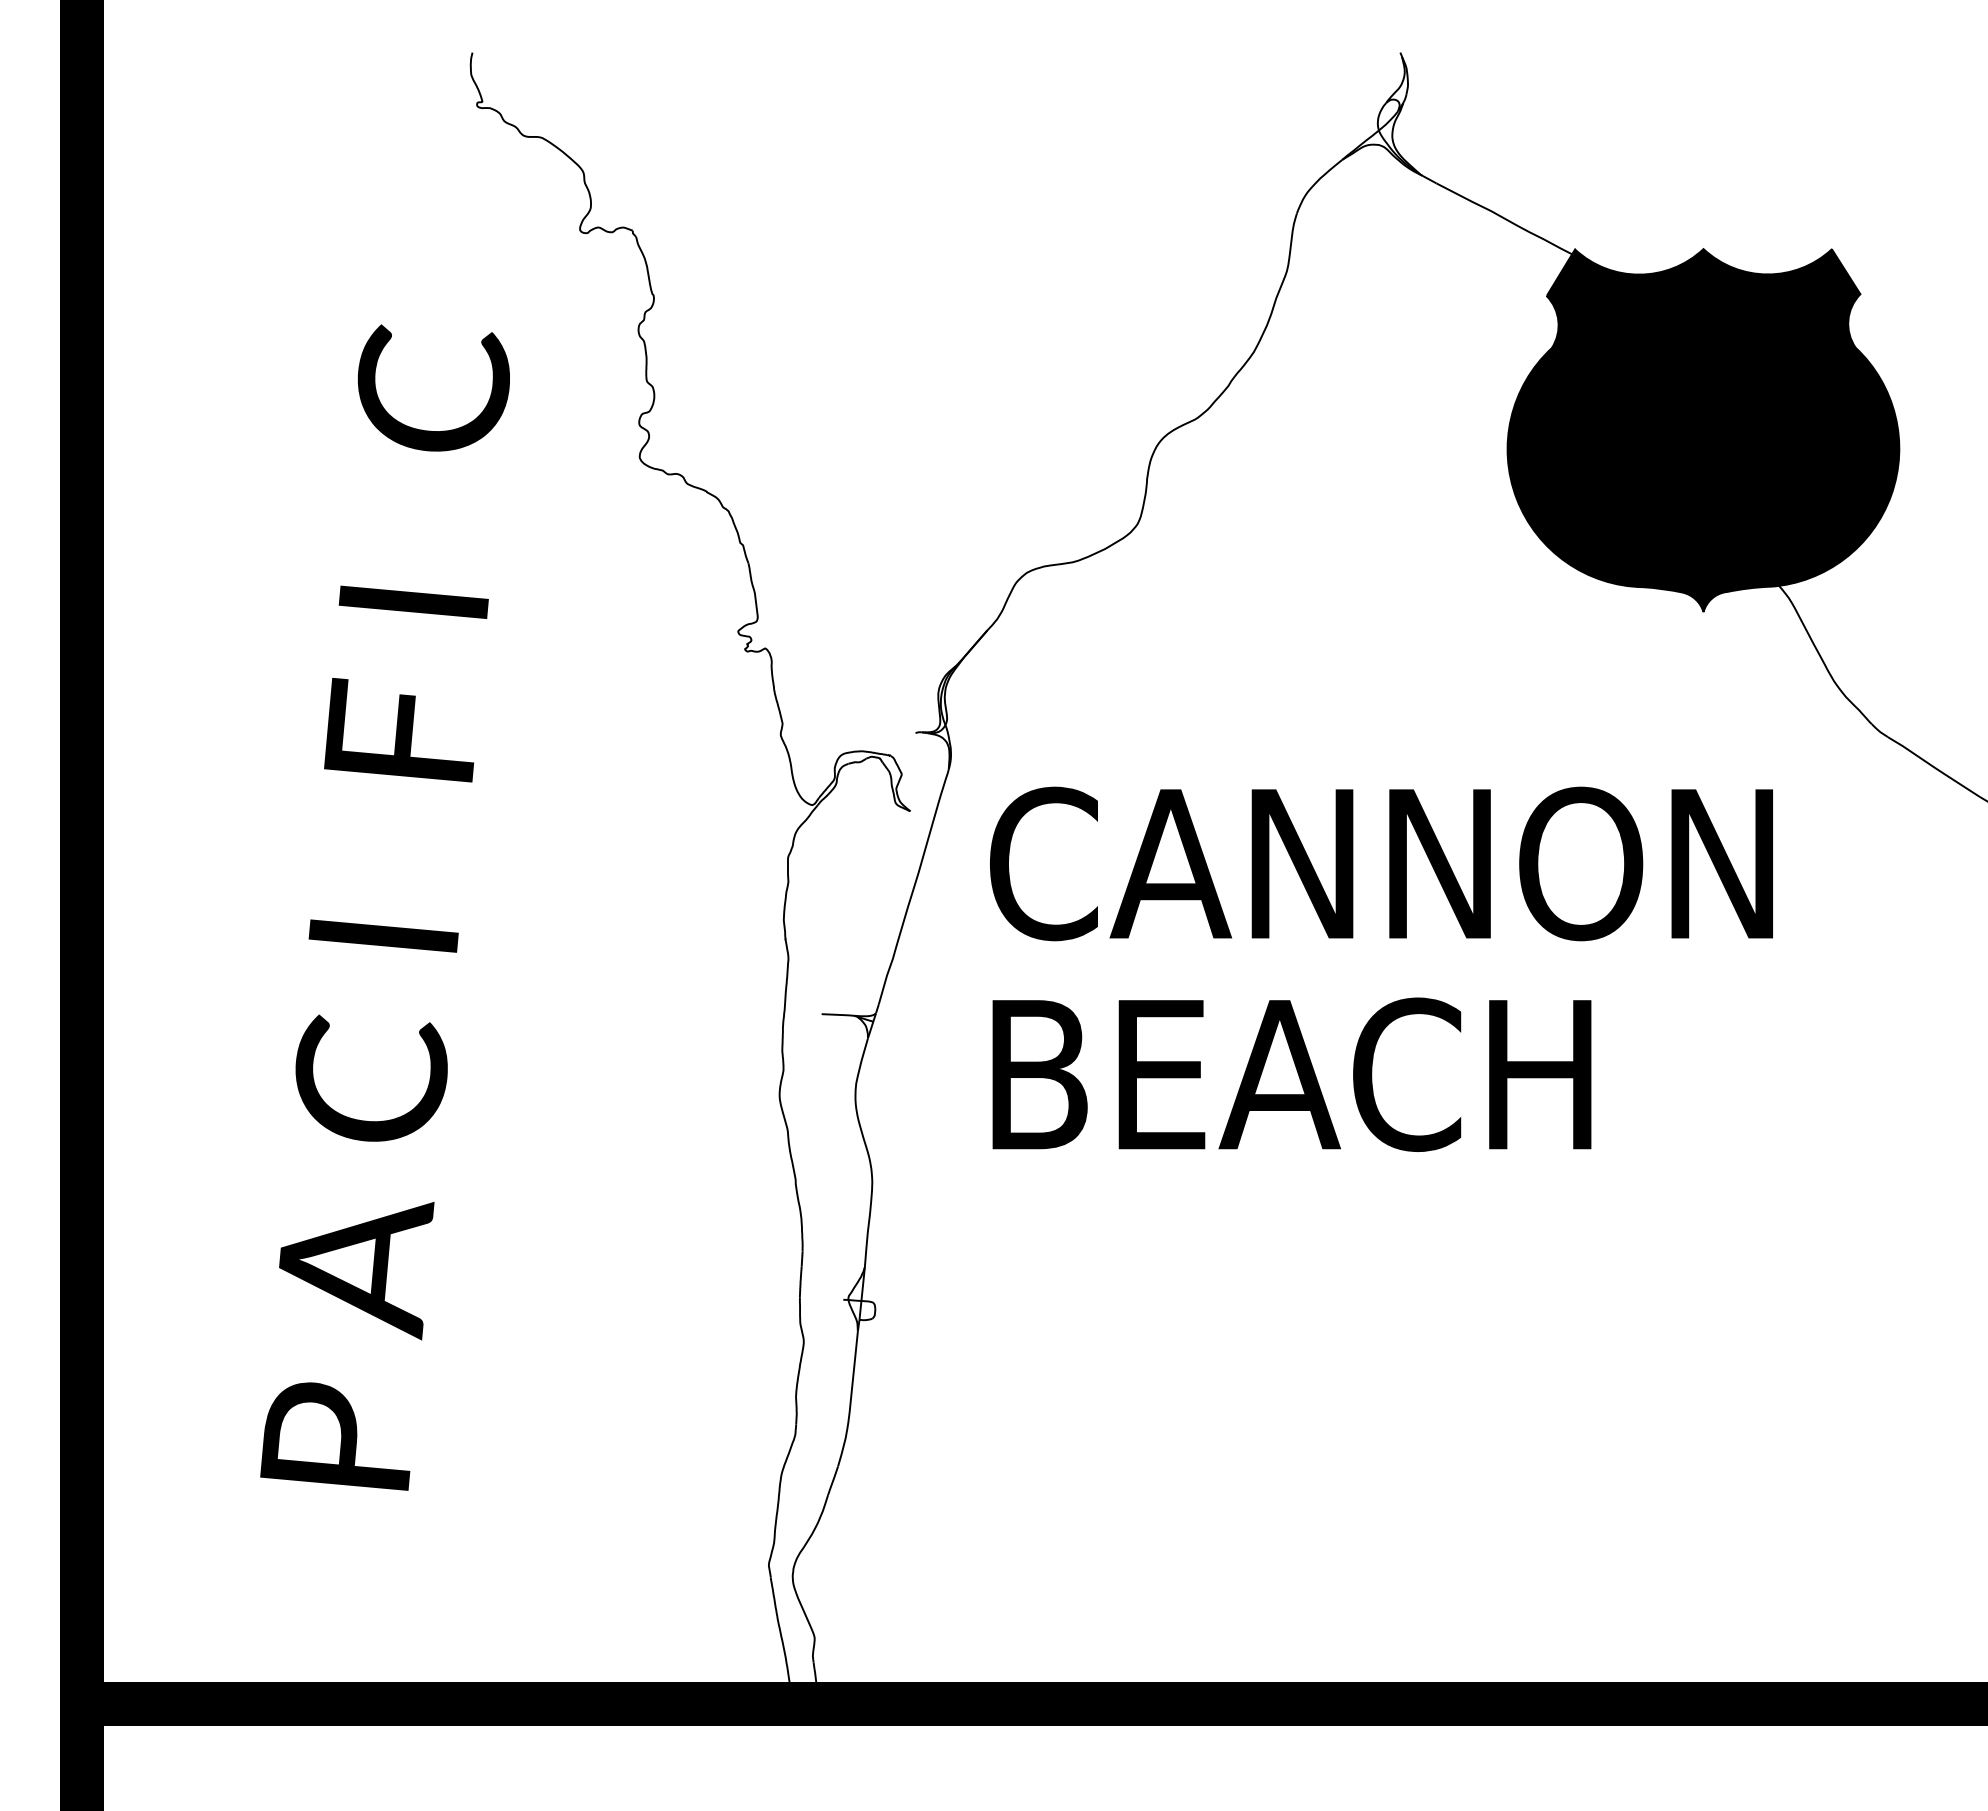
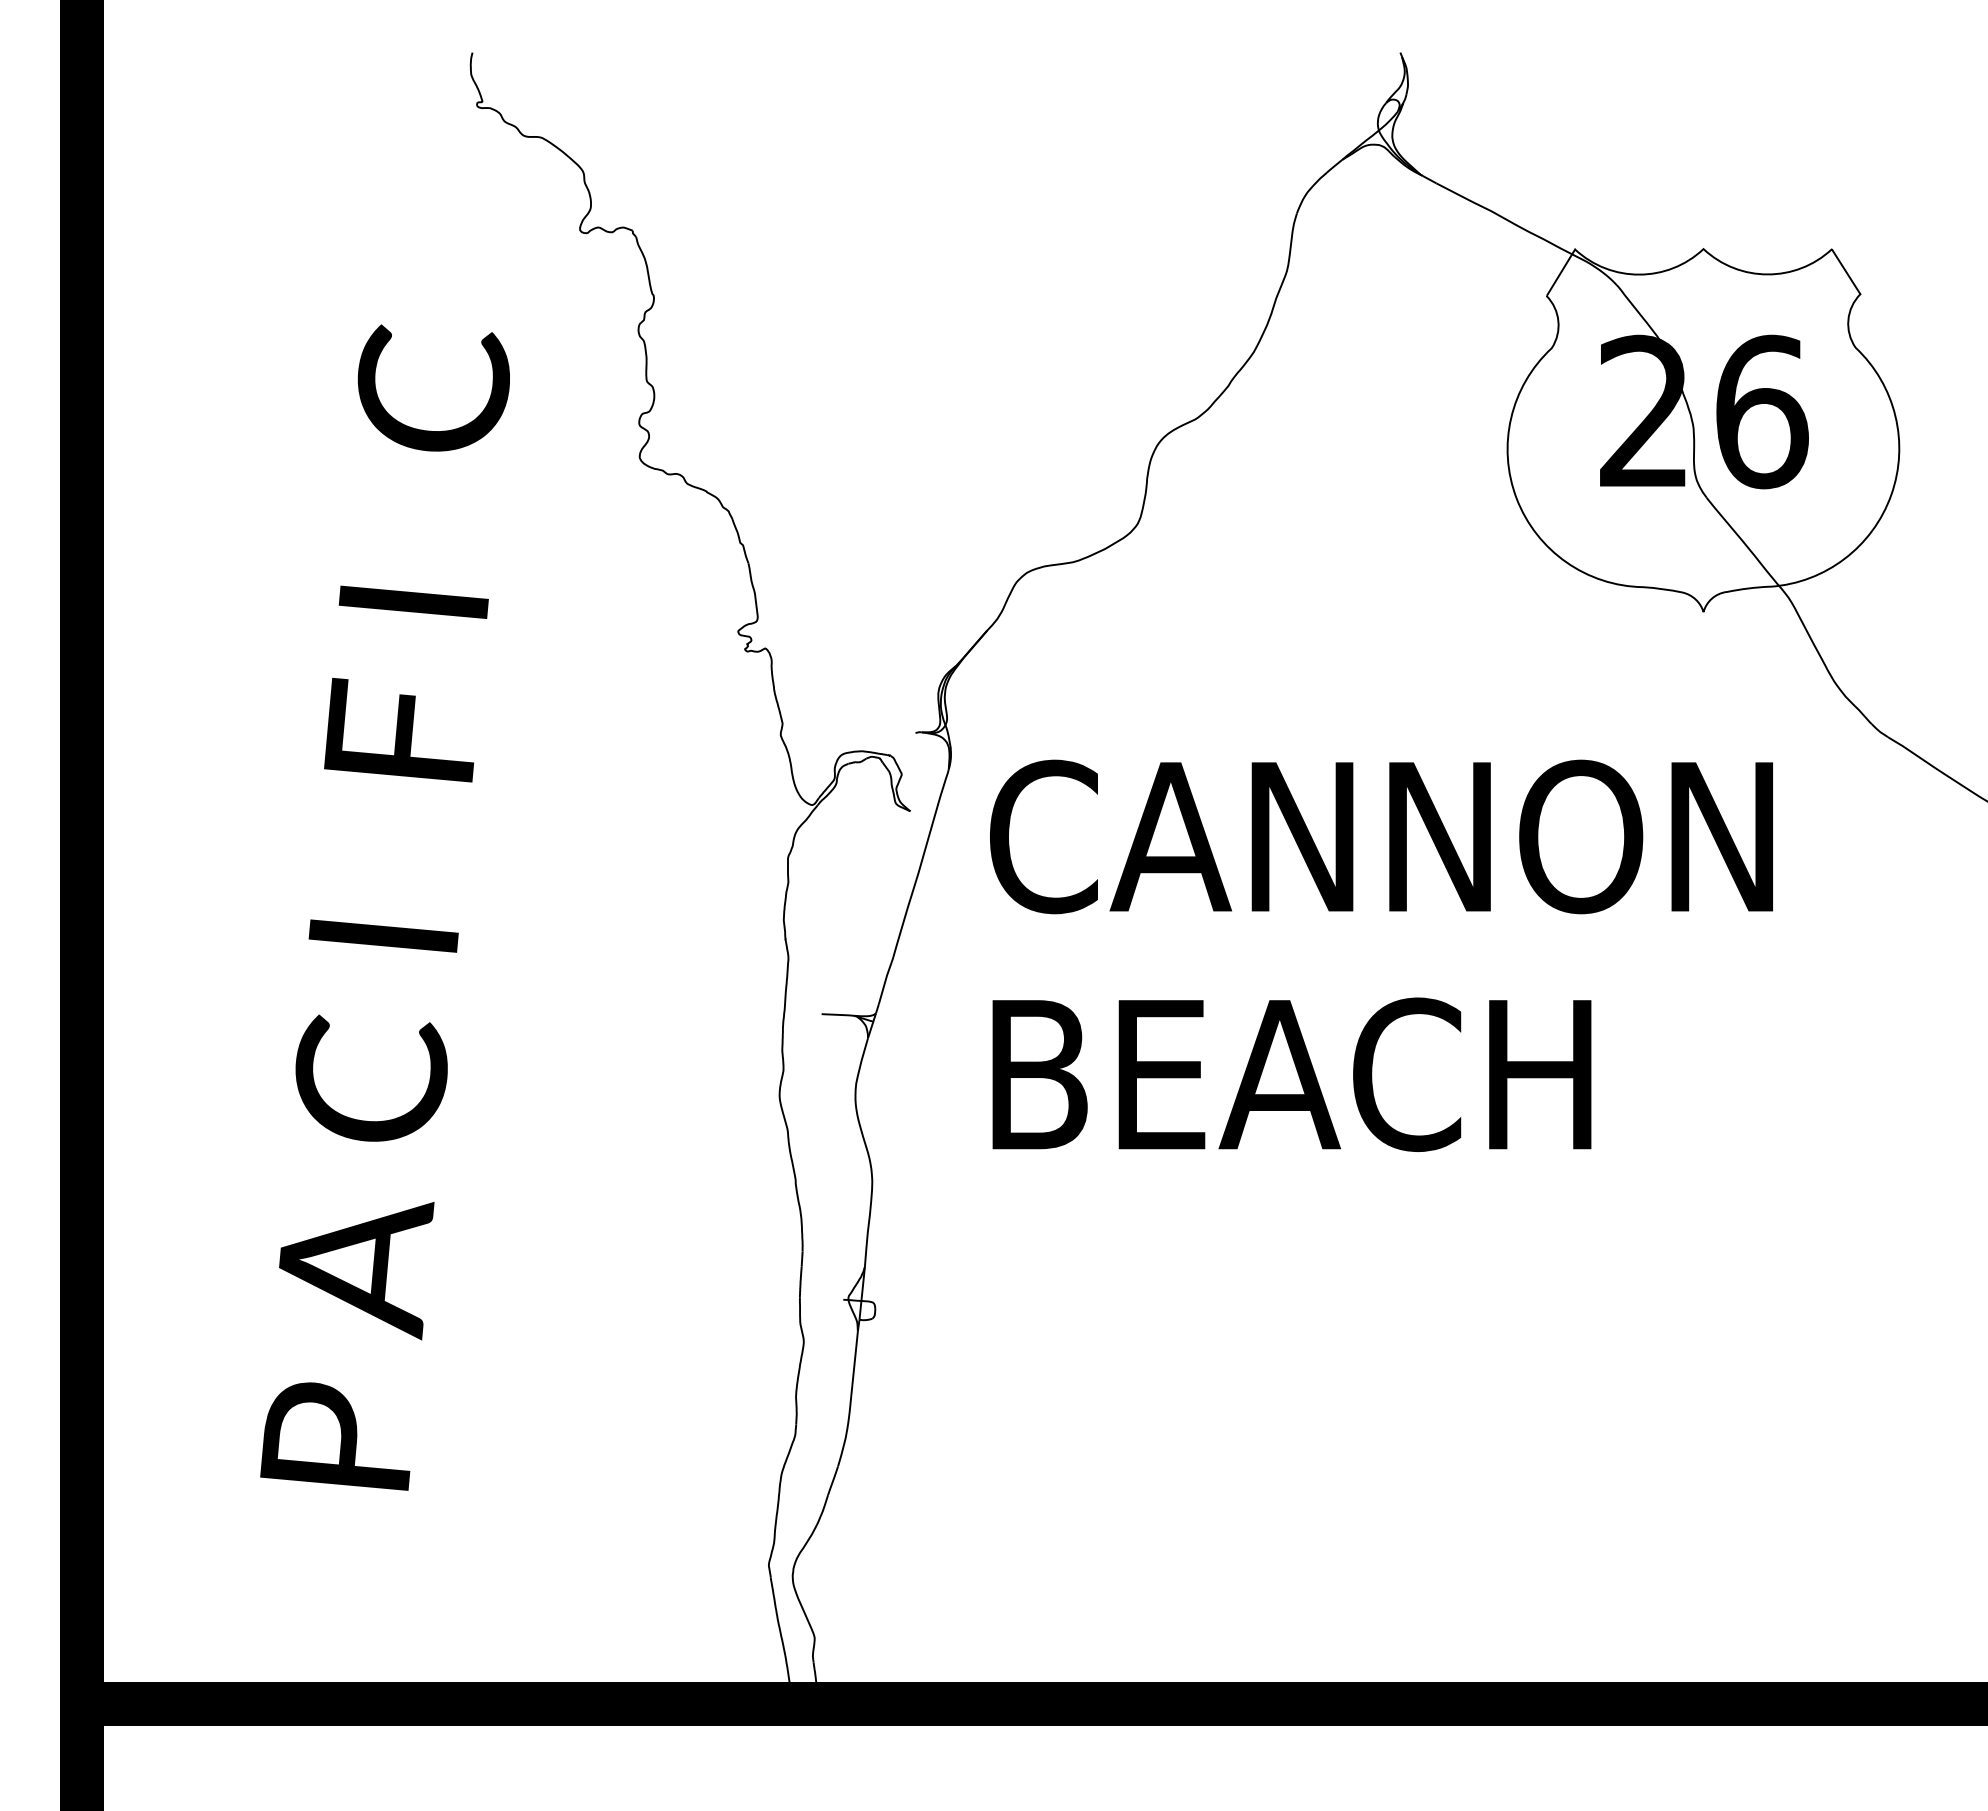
fill at (1703, 430): present -> none
text at (1381, 863) position: (1381, 863) -> (1381, 836)
